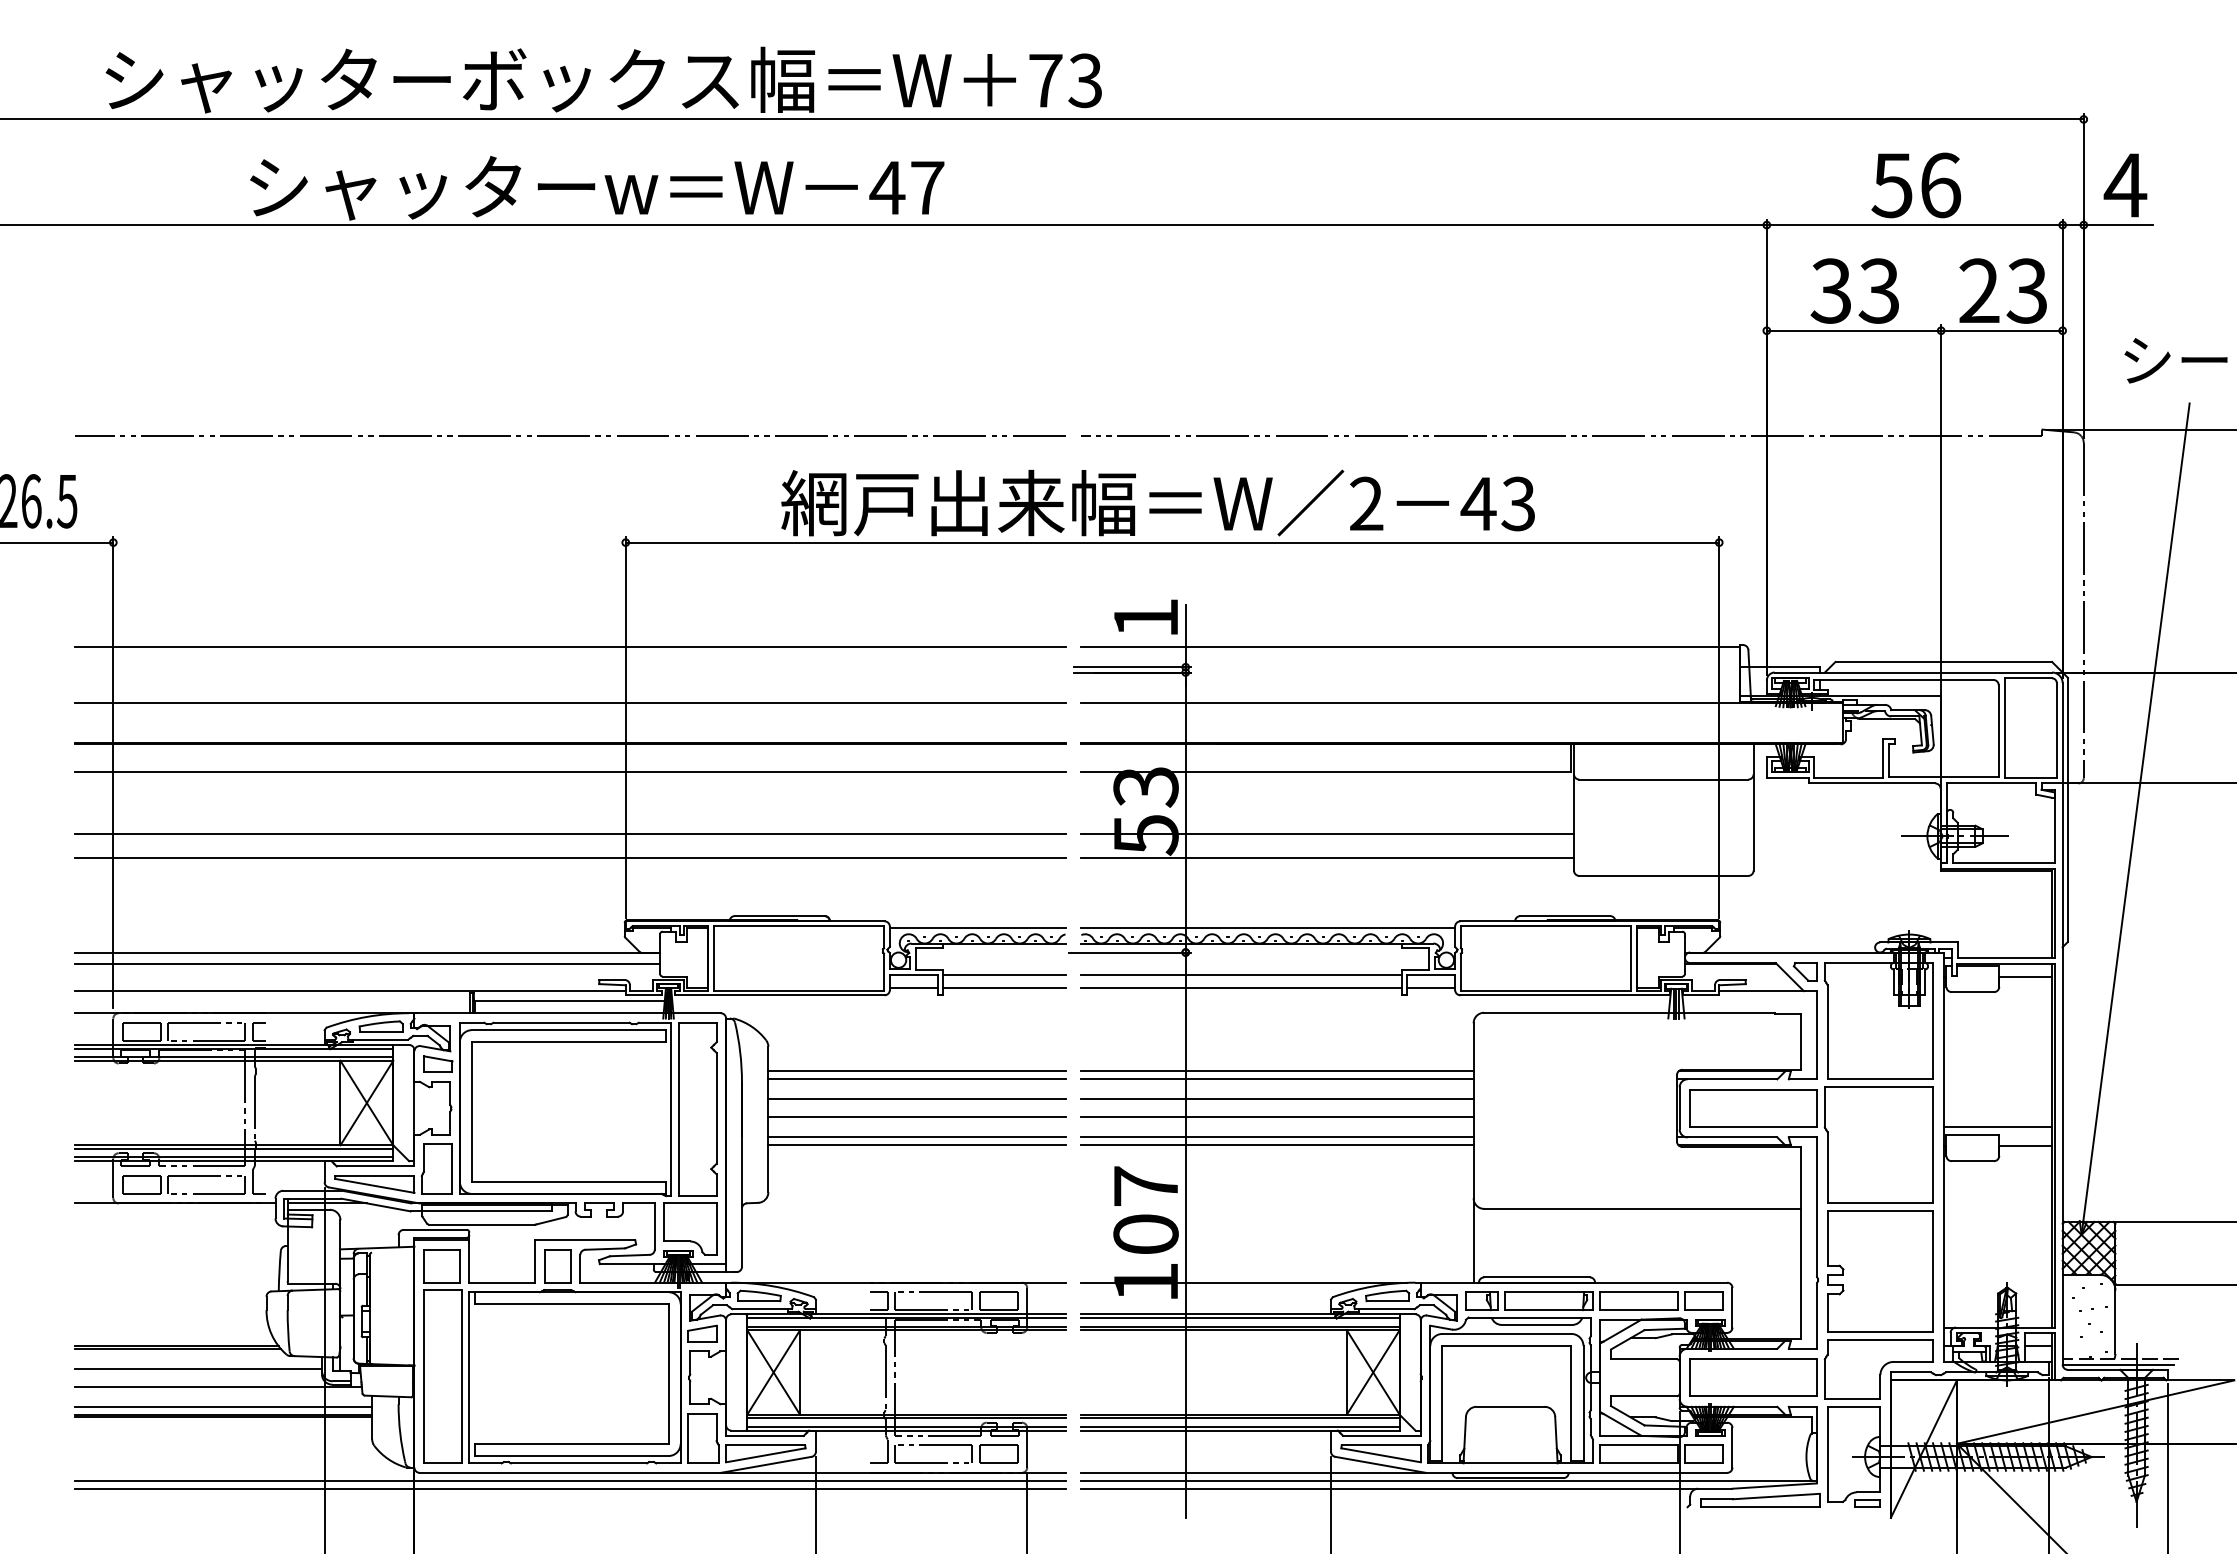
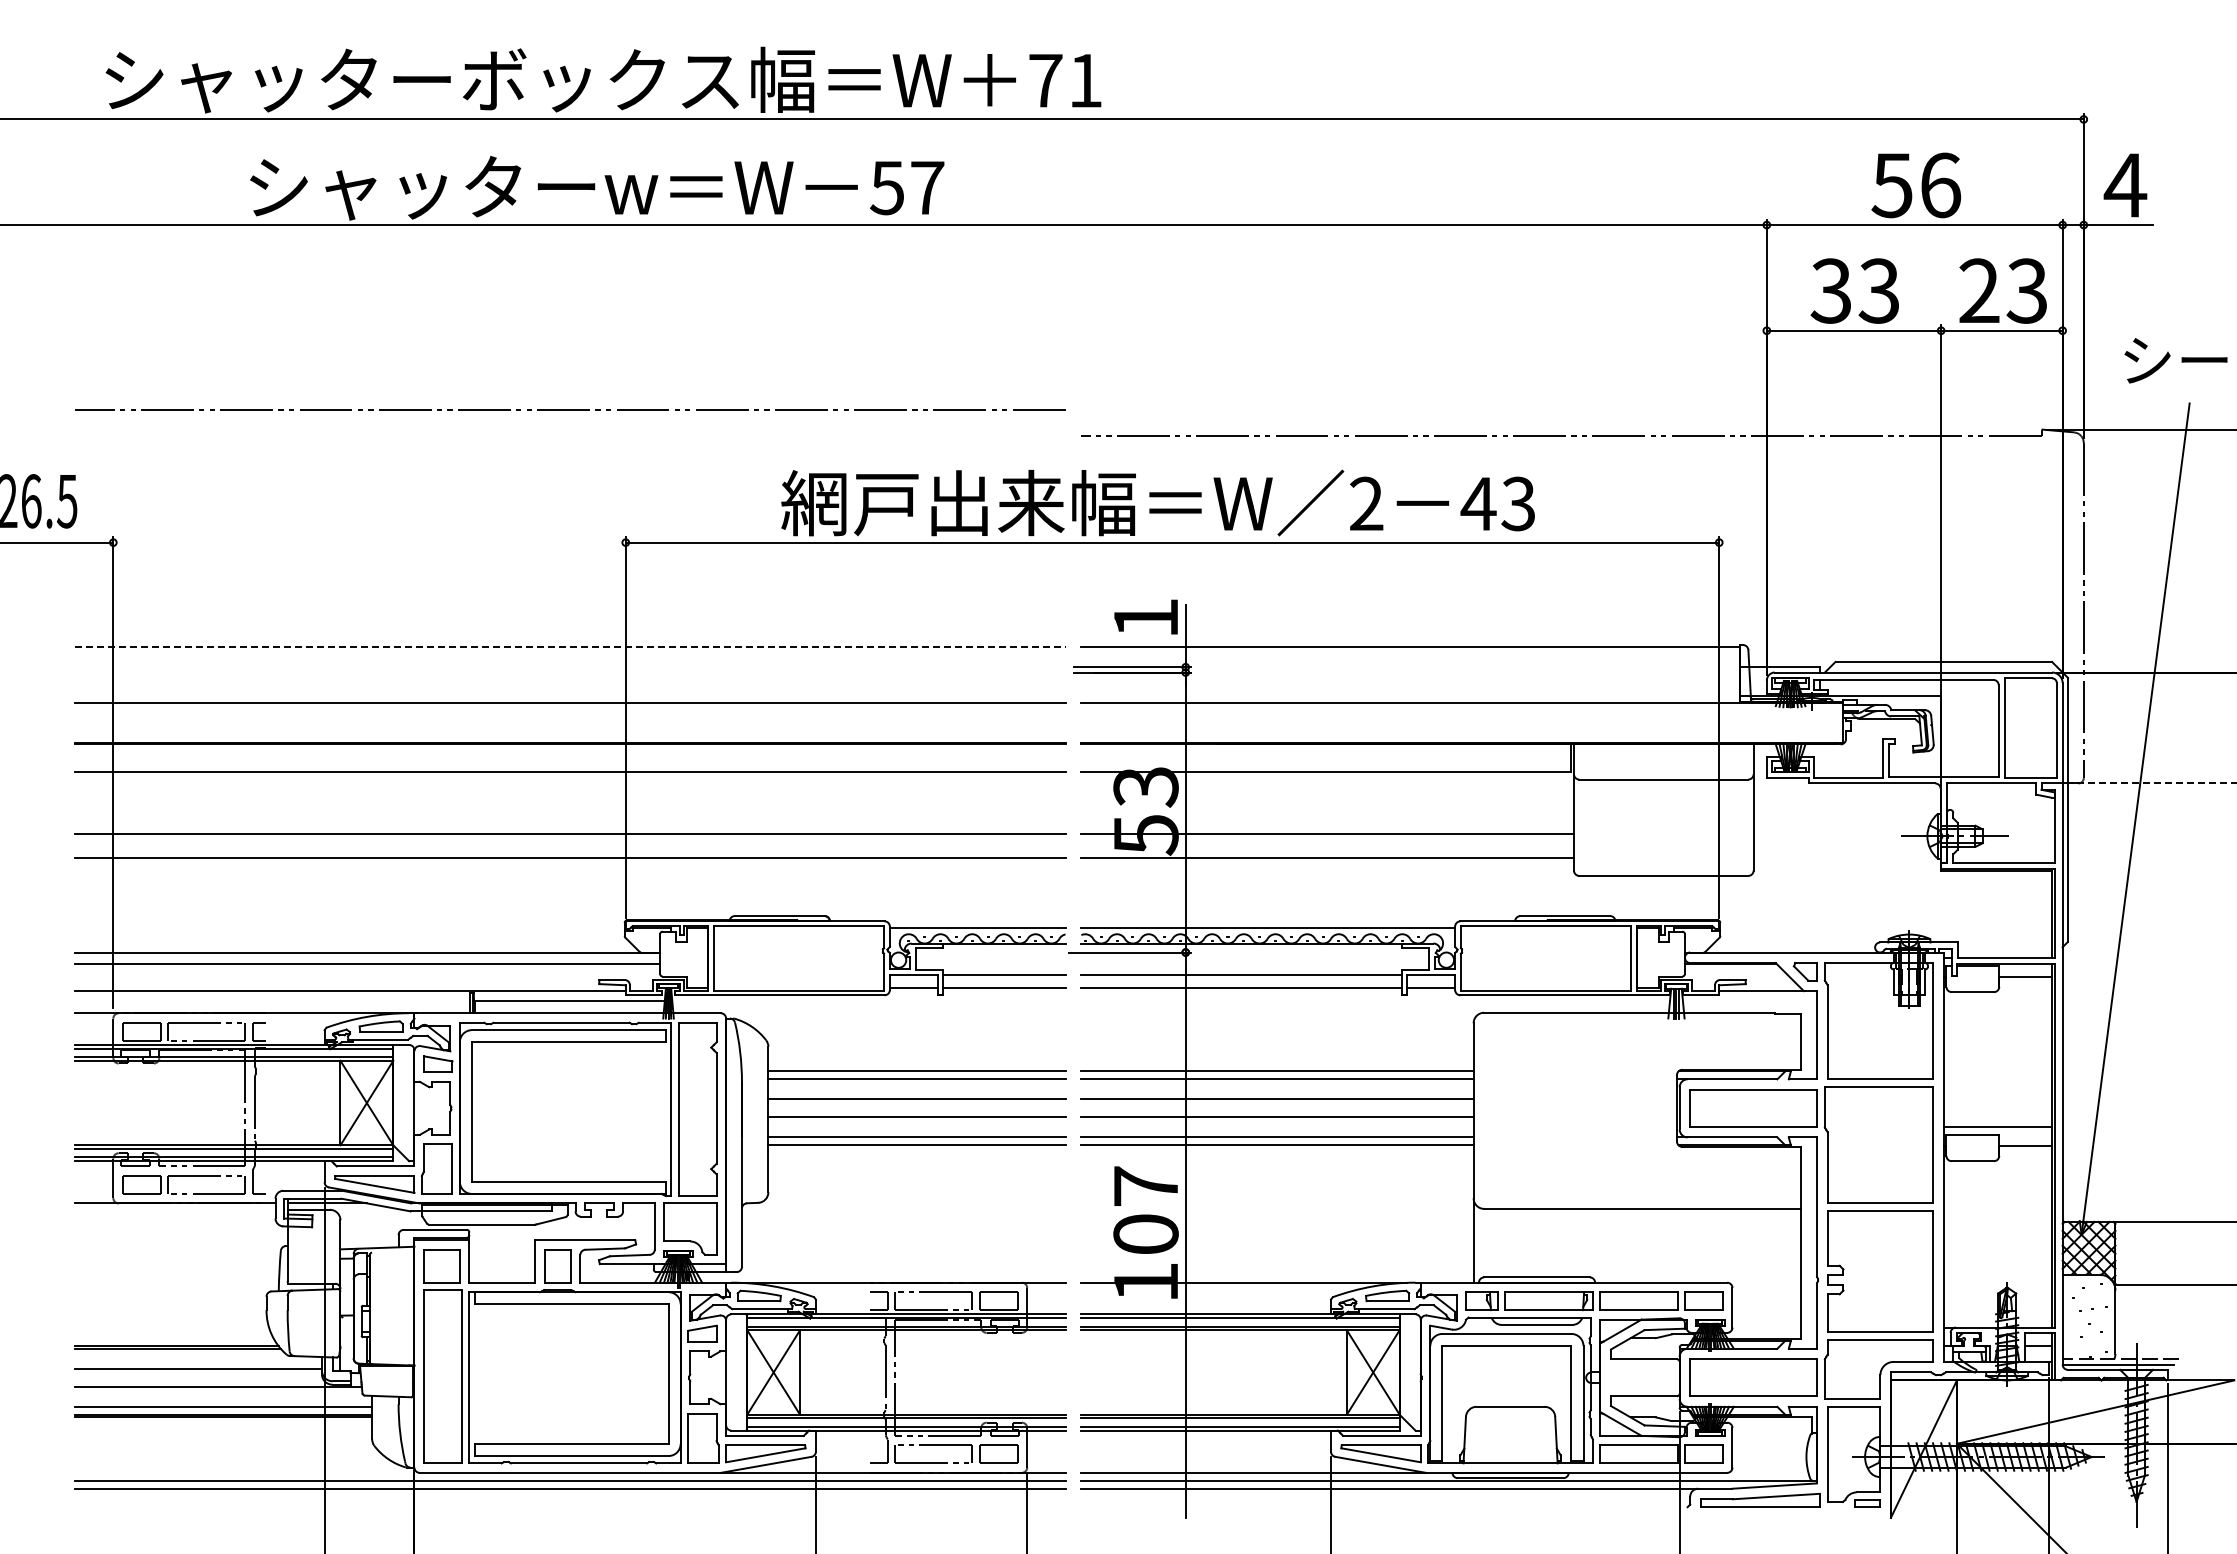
text at (1084, 80): 73 -> 71
text at (887, 188): 47 -> 57
line at (570, 435) position: (570, 435) -> (570, 409)
line at (570, 646): solid -> dashed
line at (2151, 783): solid -> dashed
